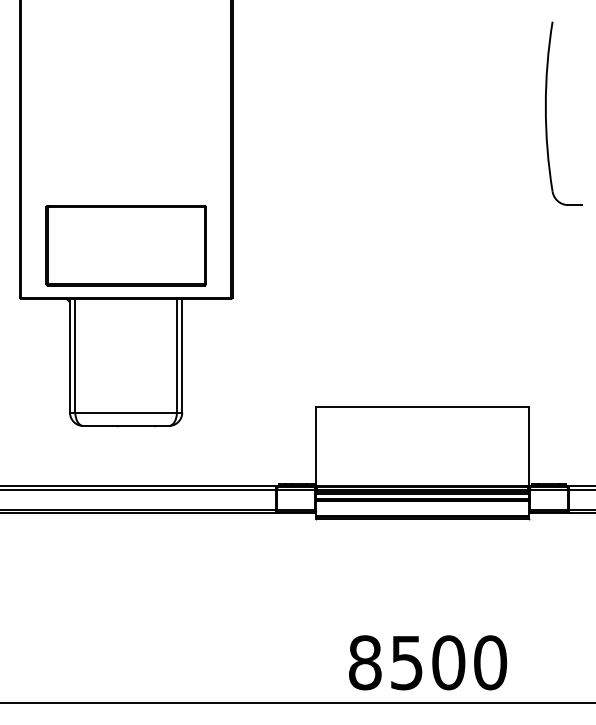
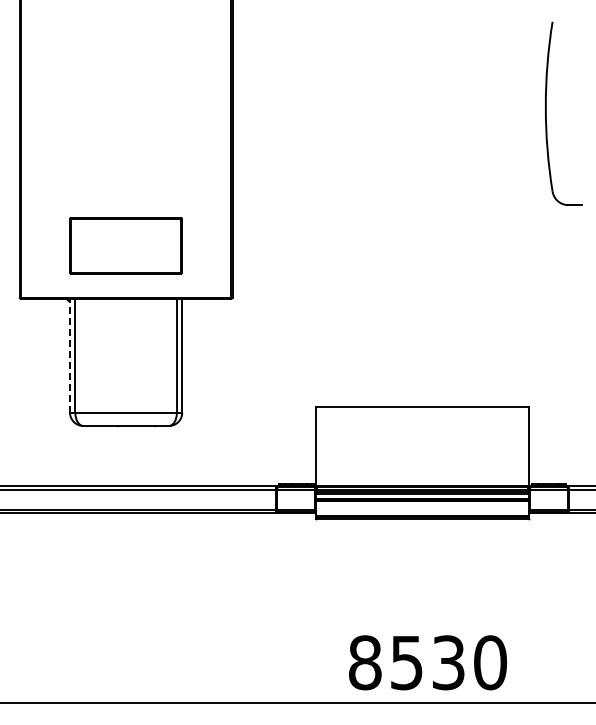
part at (125, 245) size: 162x82 px -> 114x58 px
line at (70, 355): solid -> dashed
text at (448, 662): 8500 -> 8530
